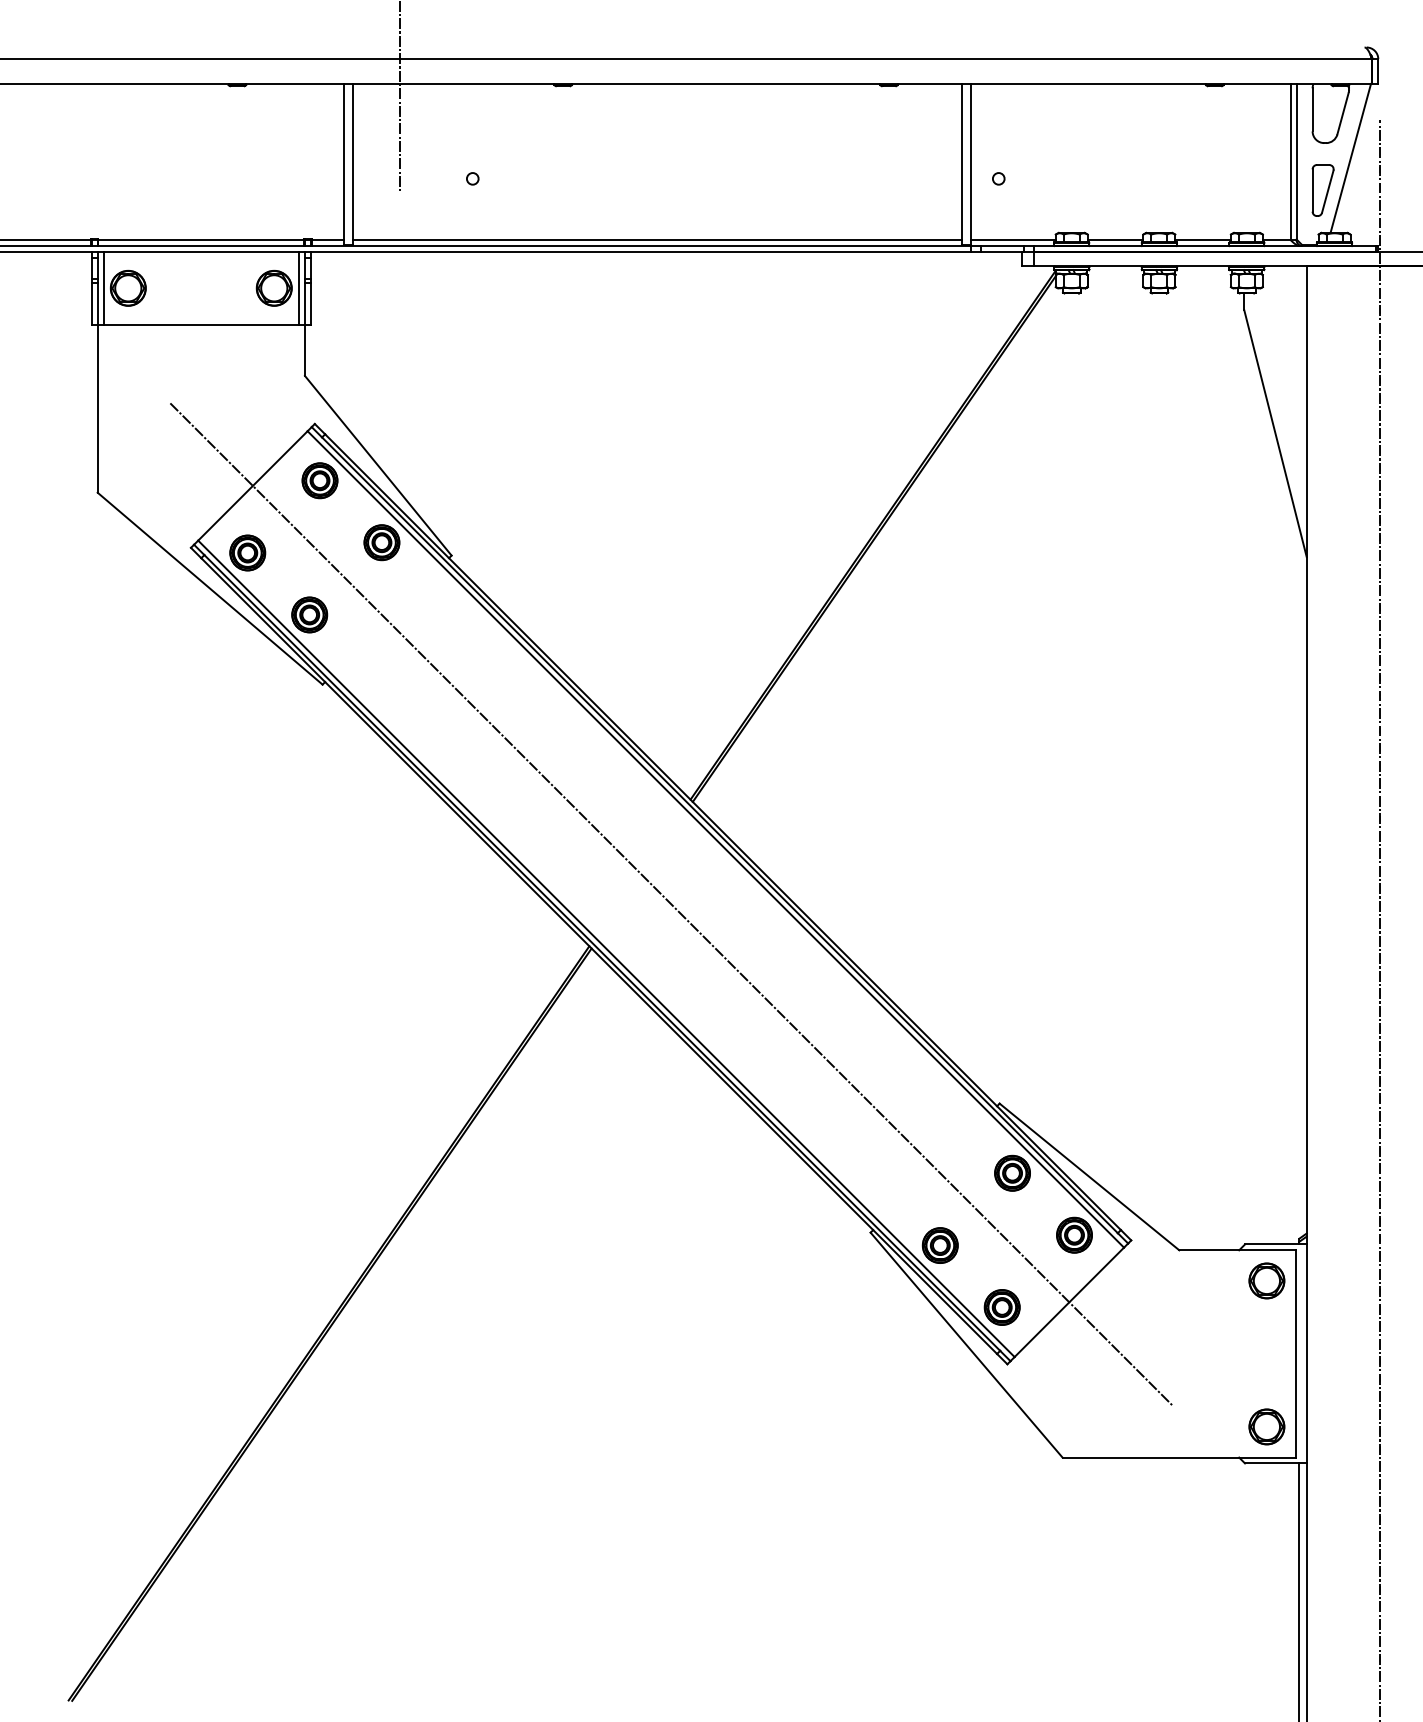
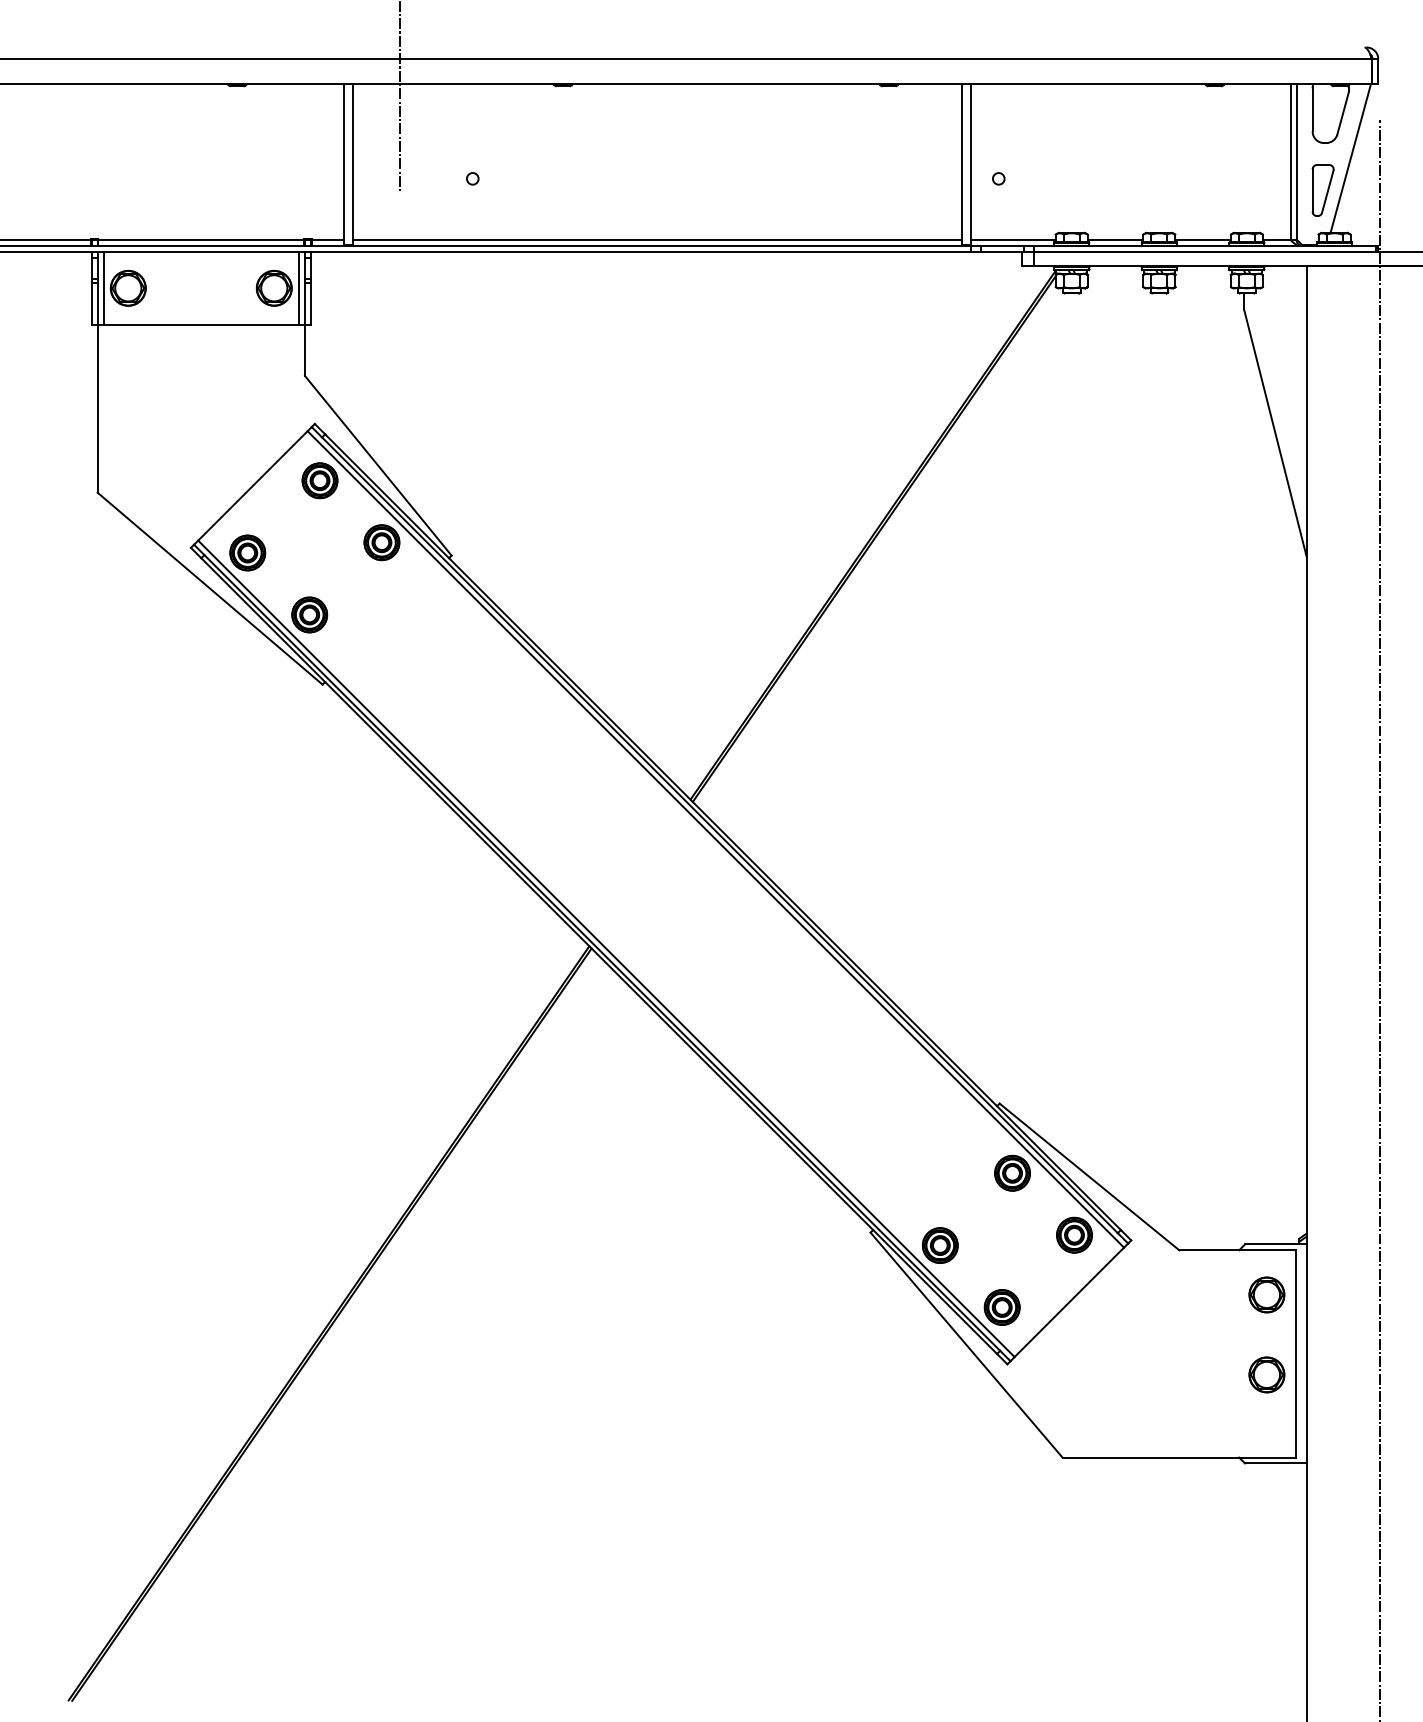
line at (671, 904): present -> none
part at (1266, 1280) position: (1266, 1280) -> (1266, 1294)
part at (1266, 1426) position: (1266, 1426) -> (1266, 1374)
line at (1299, 1590): present -> none
